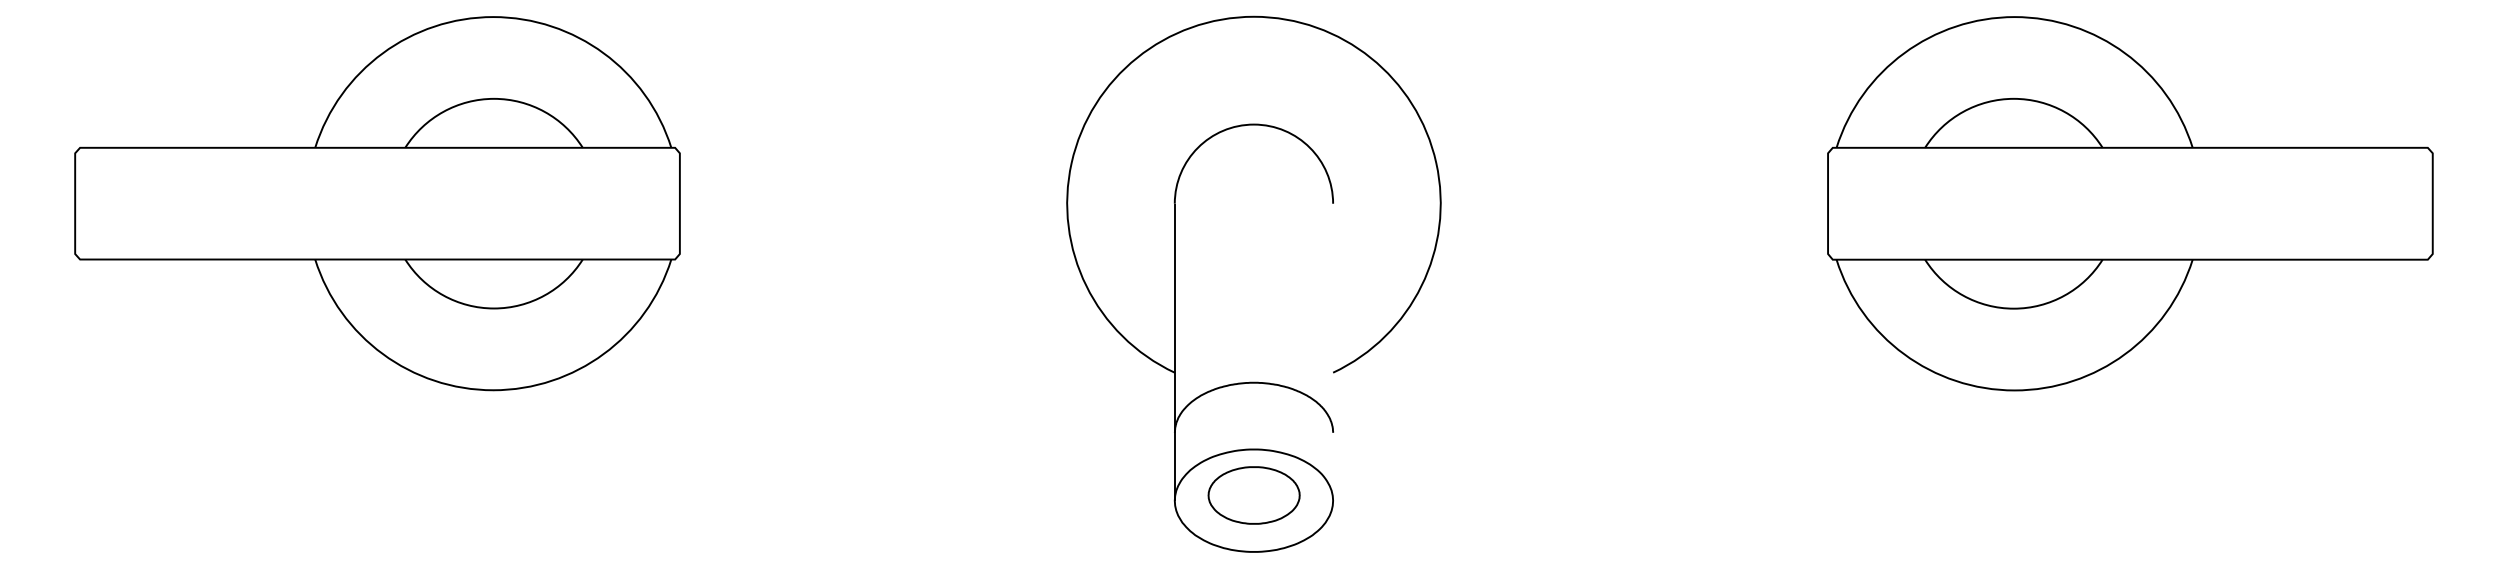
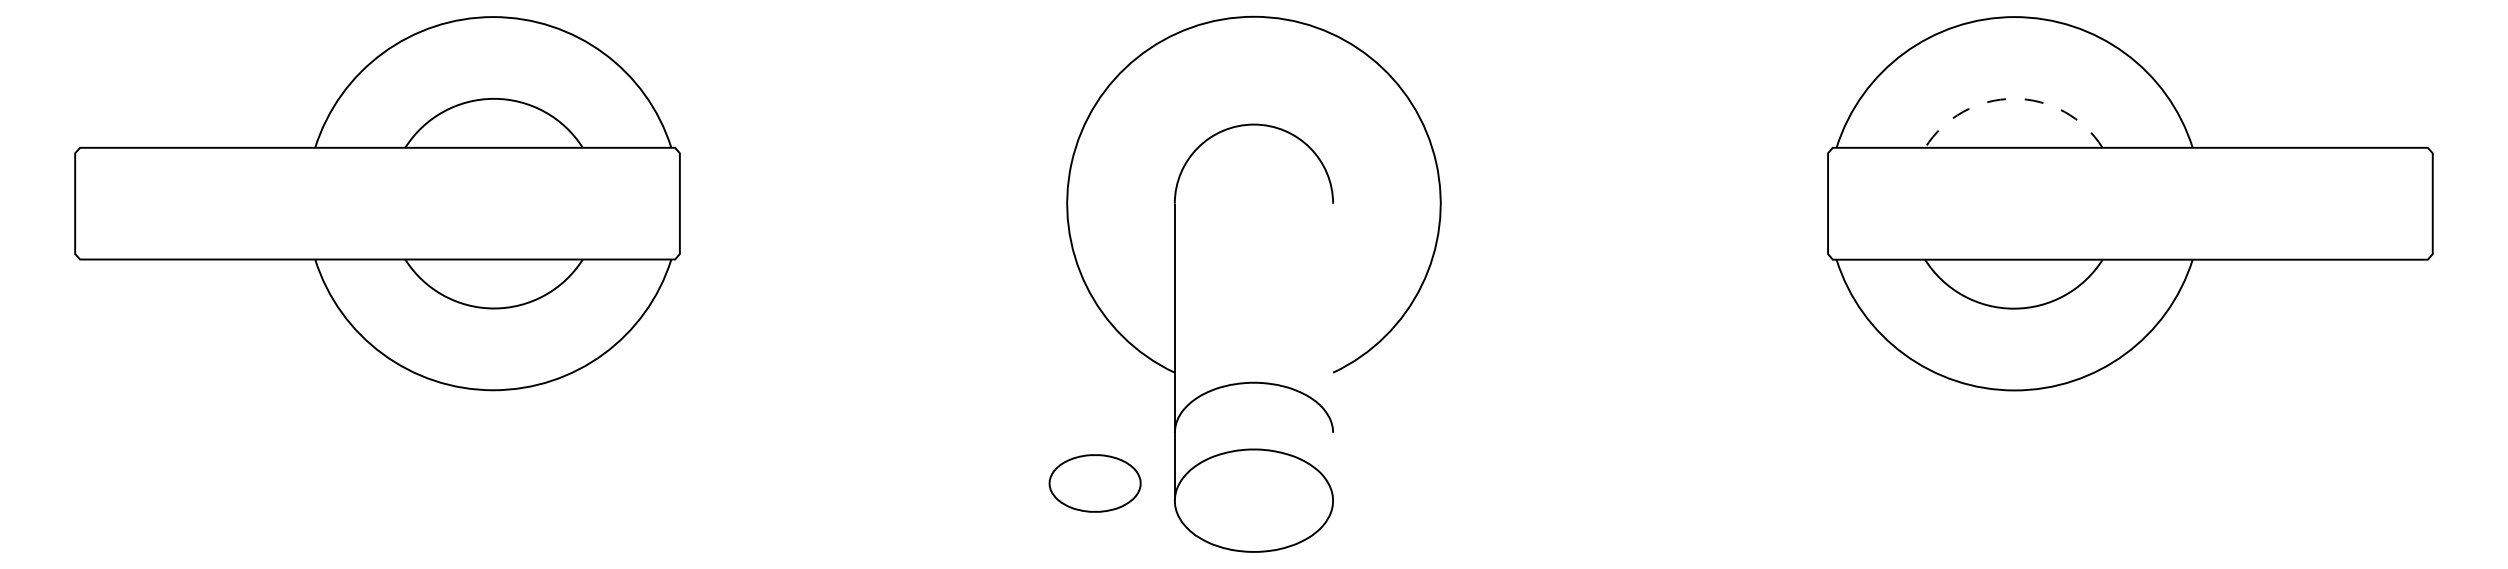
line at (2013, 98): solid -> dashed
part at (1253, 495) position: (1253, 495) -> (1094, 483)
